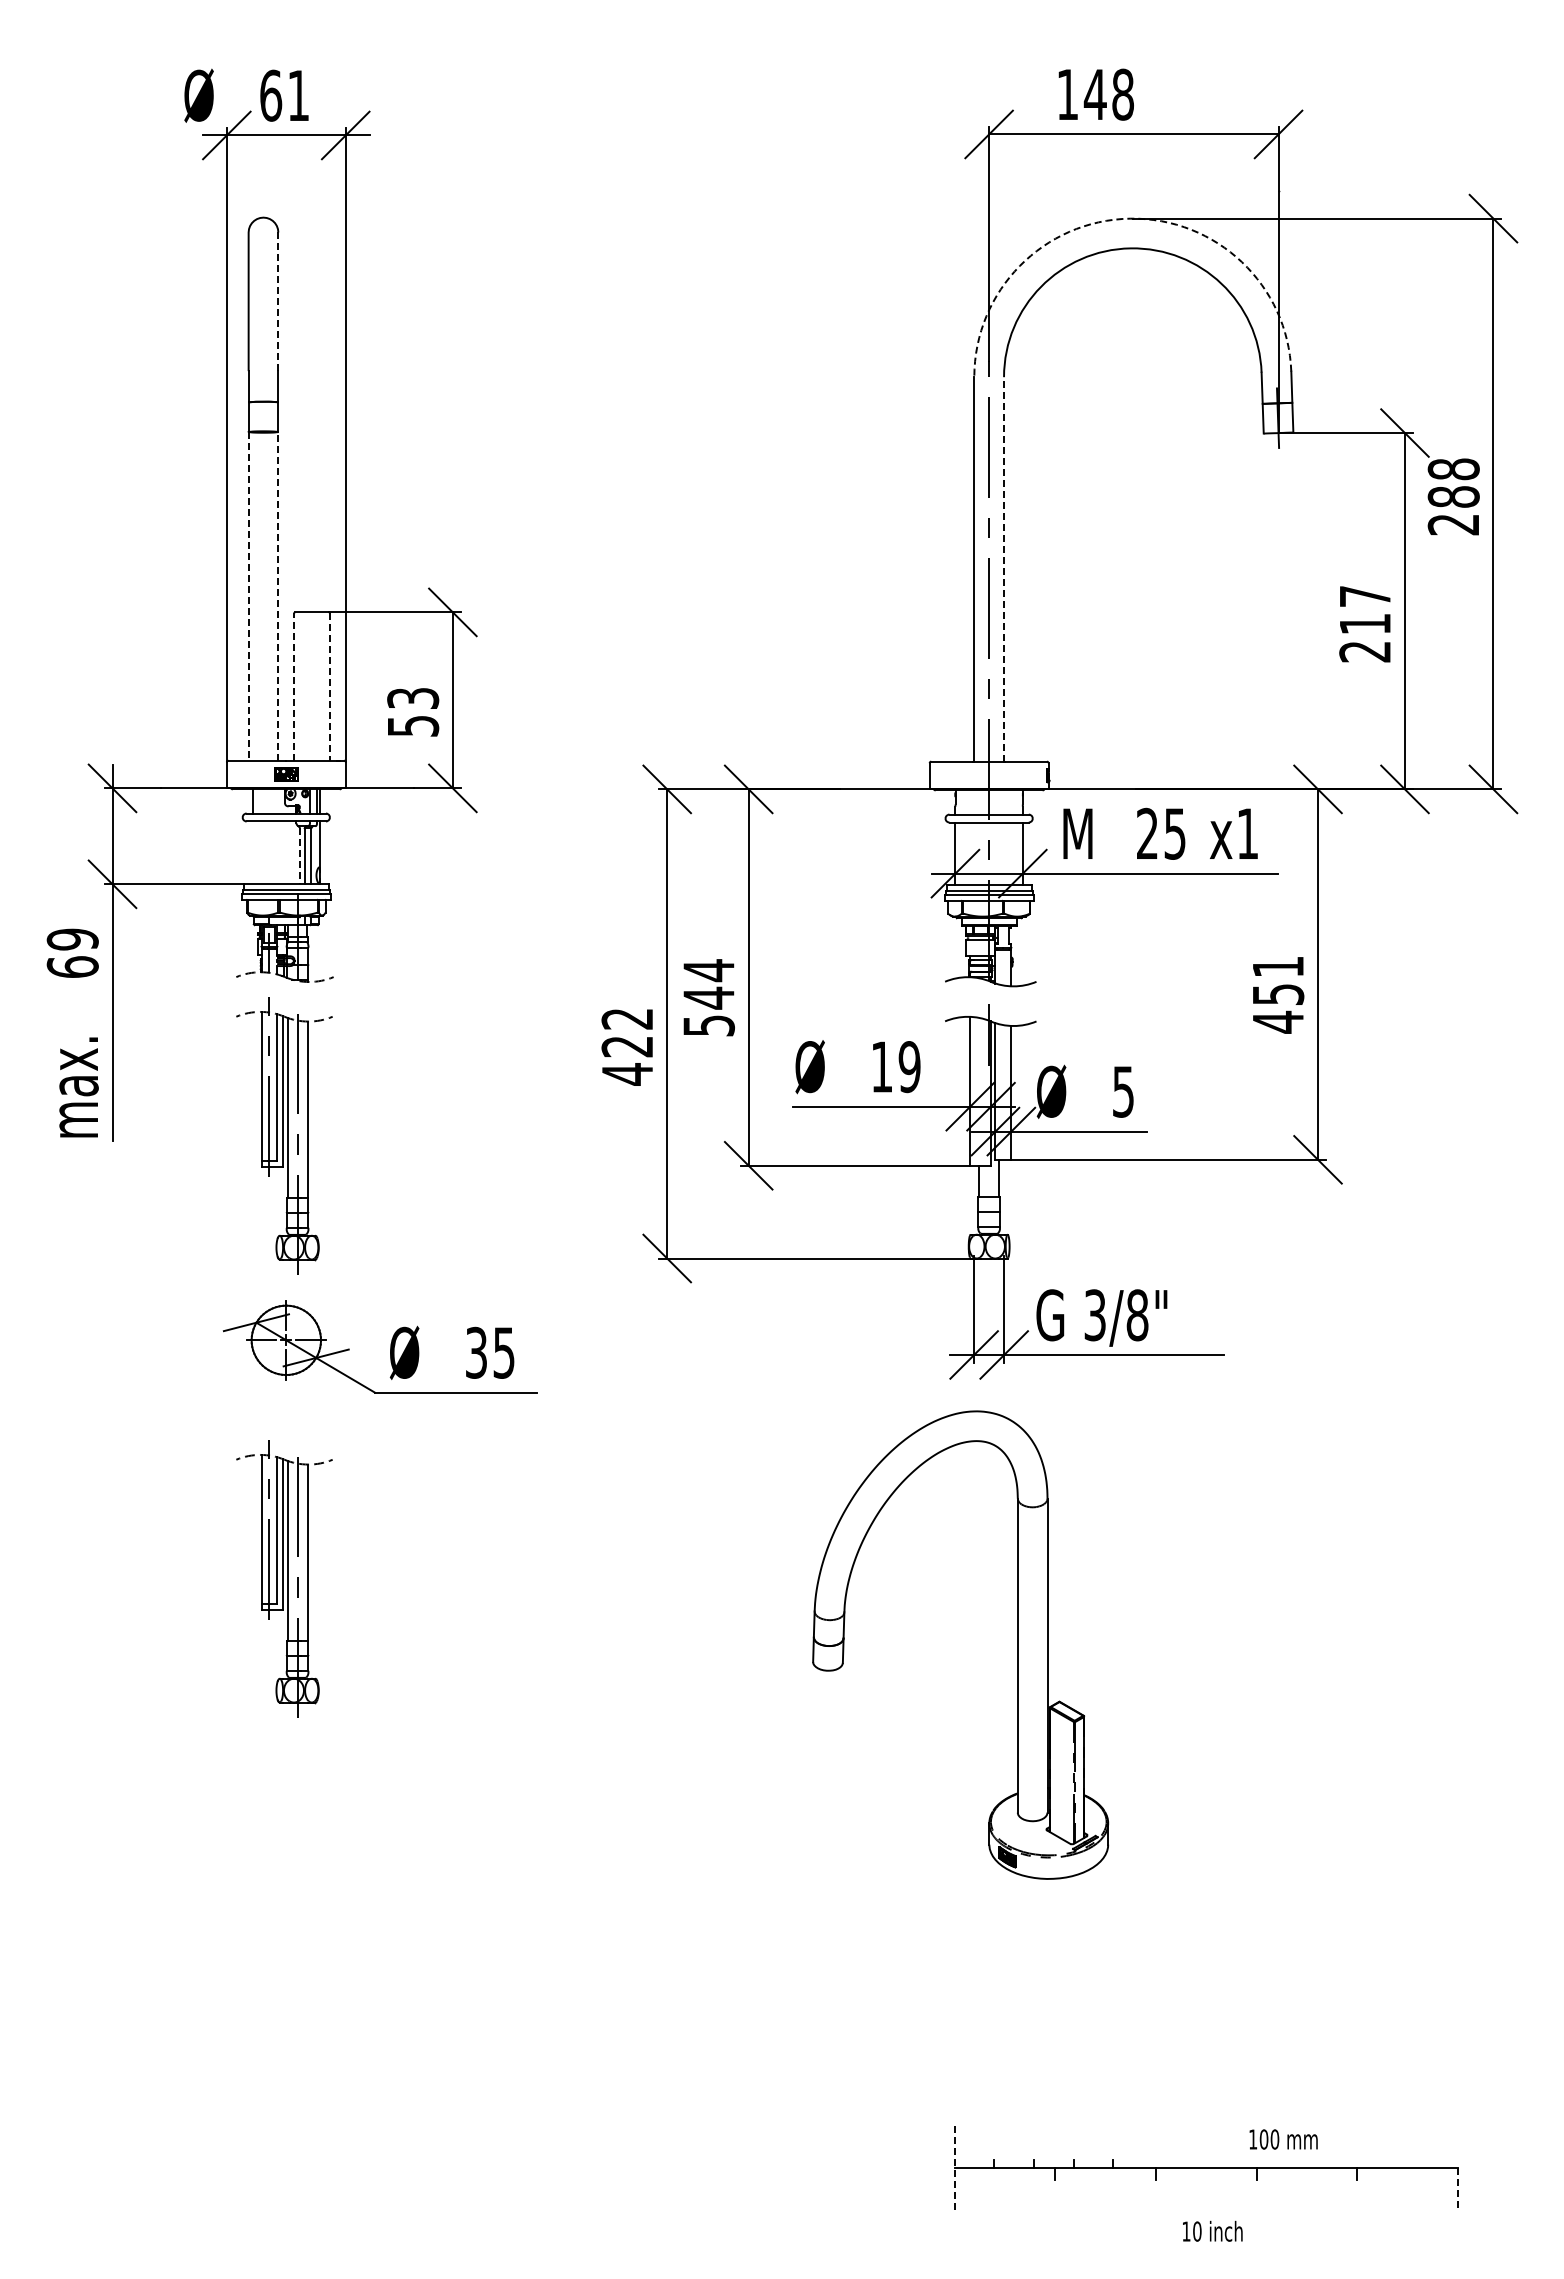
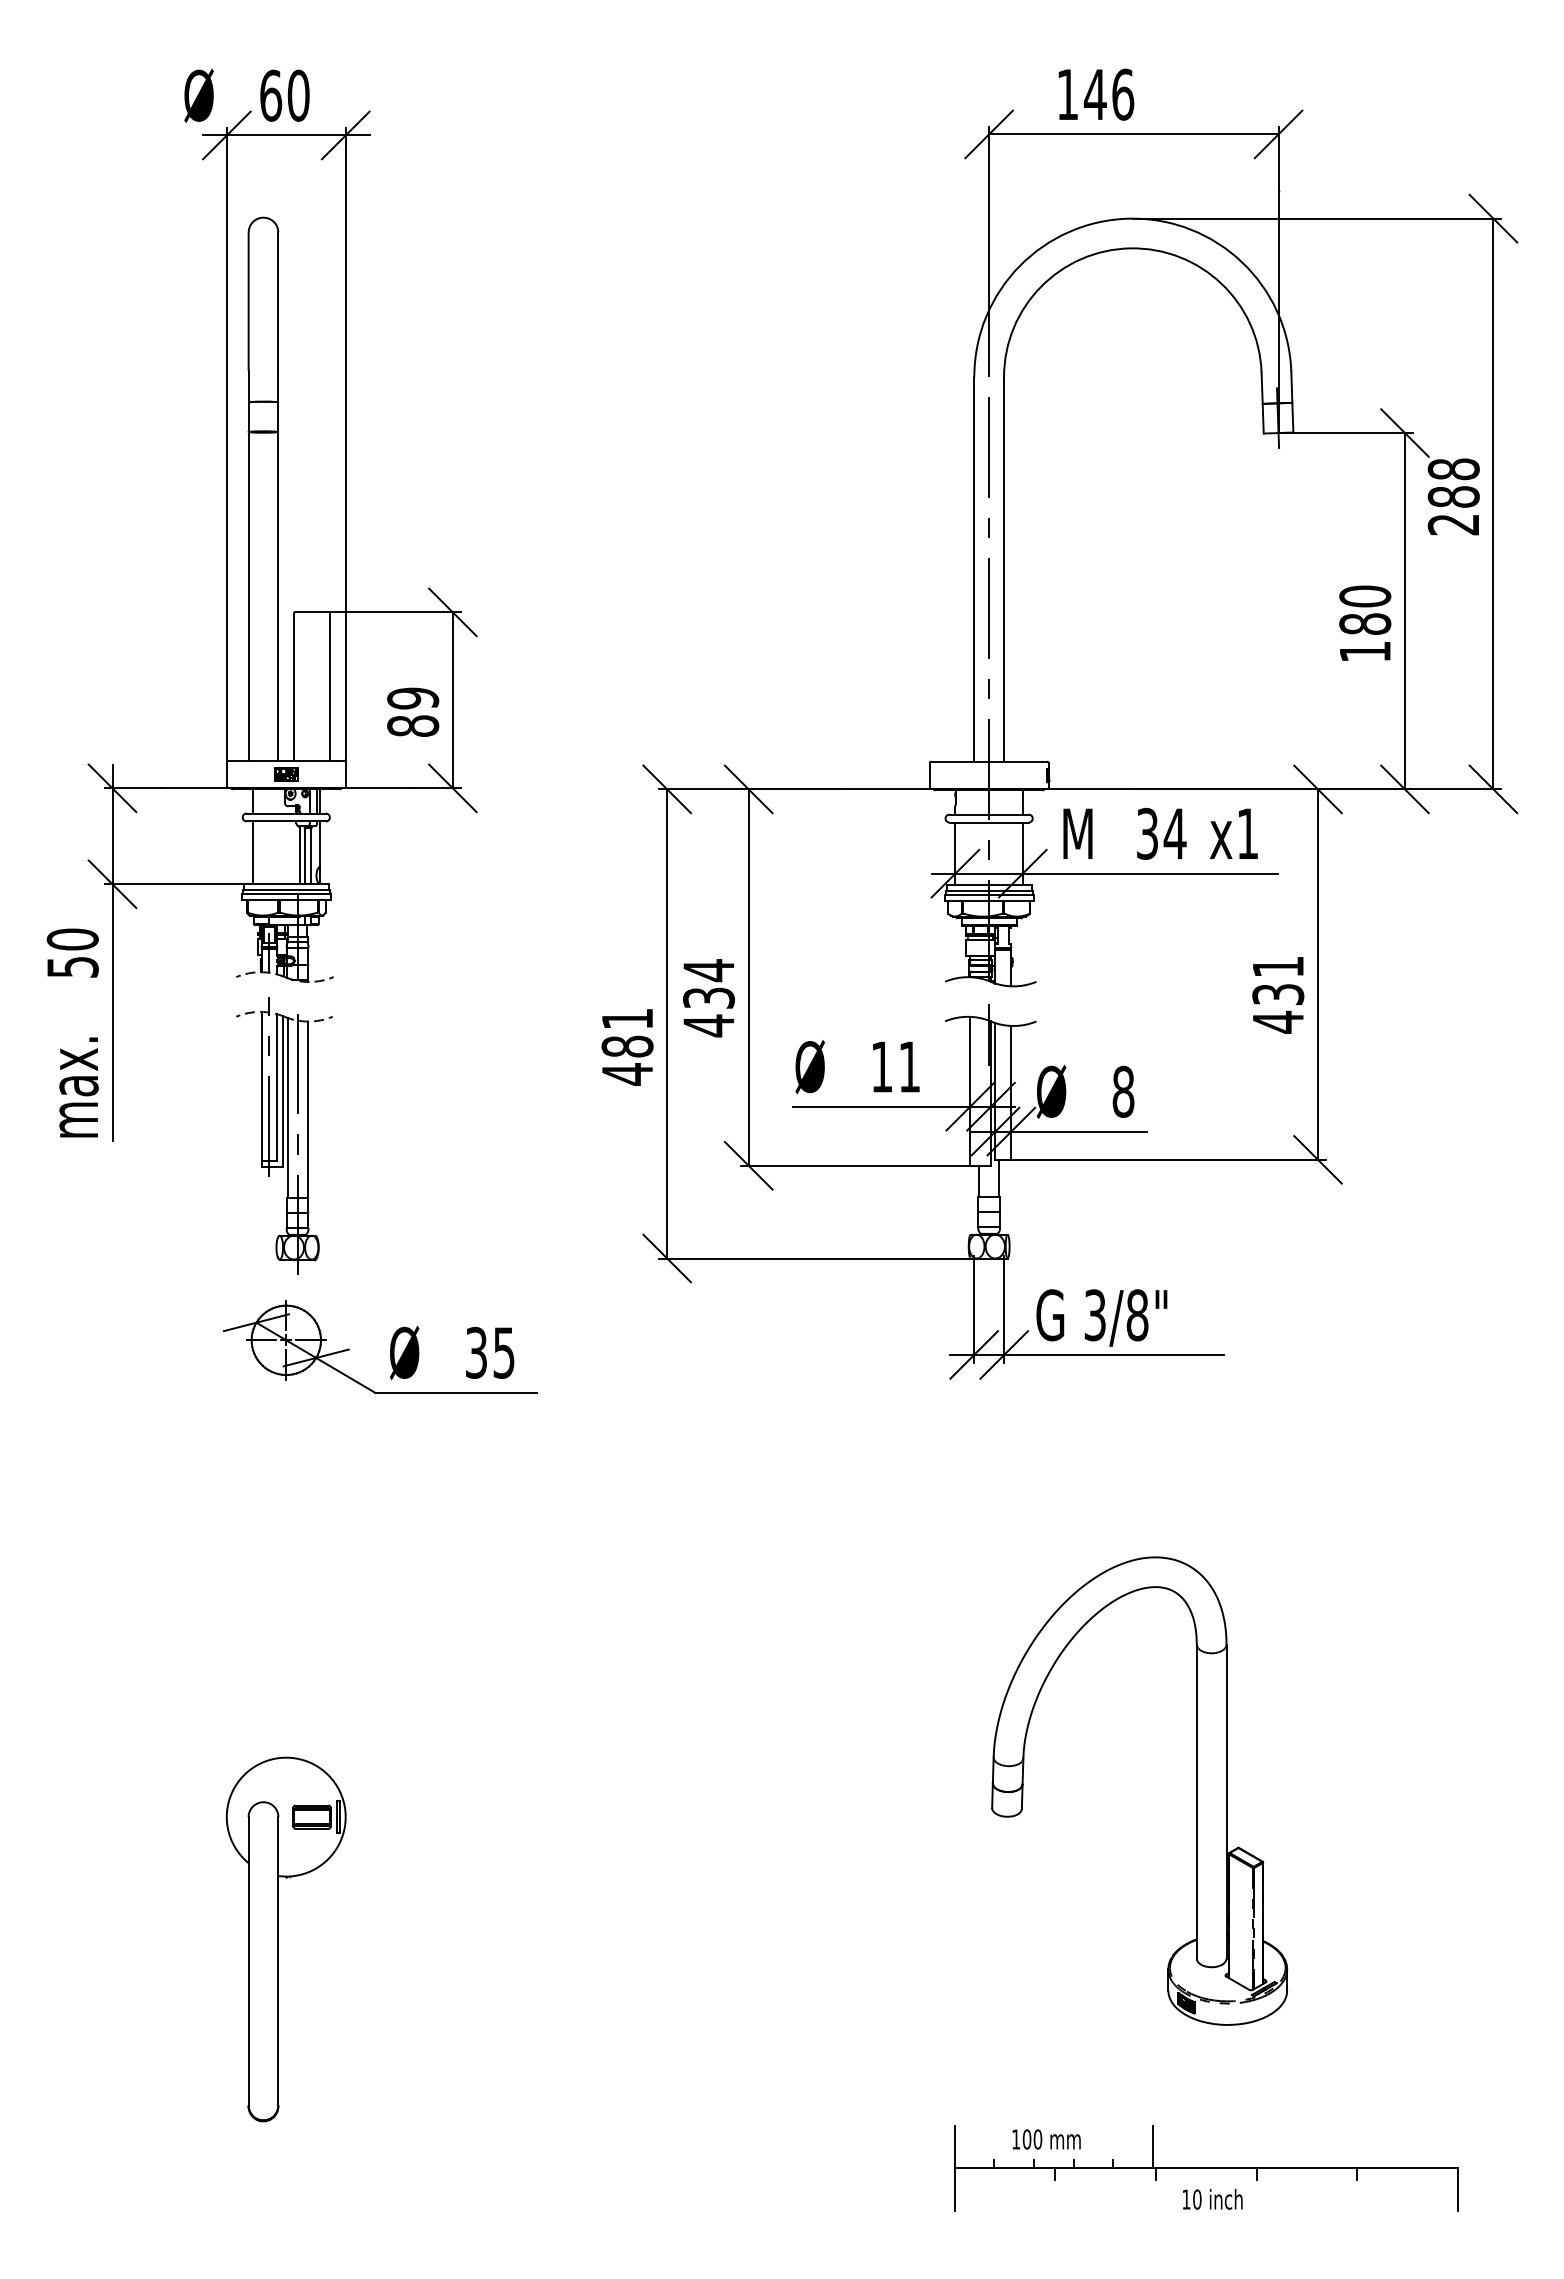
text at (1123, 94): 148 -> 146
text at (298, 95): 61 -> 60
arc at (1130, 218): dashed -> solid
line at (278, 301): dashed -> solid
line at (1004, 568): dashed -> solid
line at (278, 595): dashed -> solid
line at (248, 596): dashed -> solid
text at (1365, 623): 217 -> 180
line at (294, 687): dashed -> solid
line at (329, 687): dashed -> solid
text at (413, 711): 53 -> 89
text at (1161, 833): 25 -> 34
line at (252, 852): none -> present
line at (300, 856): dashed -> solid
text at (72, 952): 69 -> 50
text at (1277, 994): 451 -> 431
text at (708, 1011): 544 -> 434
text at (627, 1033): 422 -> 481
text at (909, 1067): 19 -> 11
text at (1123, 1091): 5 -> 8
part at (284, 1578): present -> none
part at (1017, 1644) position: (1017, 1644) -> (1196, 1790)
part at (278, 1939): none -> present
text at (1283, 2139) position: (1283, 2139) -> (1046, 2139)
line at (1152, 2146): none -> present
line at (954, 2168): dashed -> solid
line at (1458, 2189): dashed -> solid
text at (1212, 2230) position: (1212, 2230) -> (1212, 2198)
